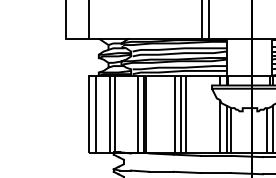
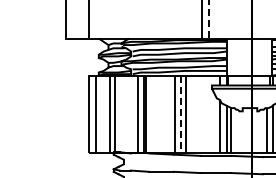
line at (208, 19): solid -> dashed
line at (181, 114): solid -> dashed
